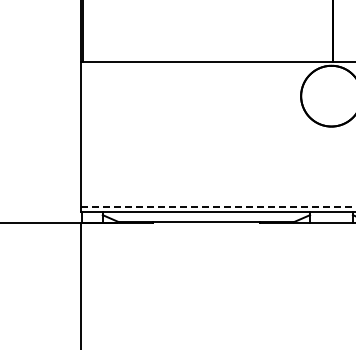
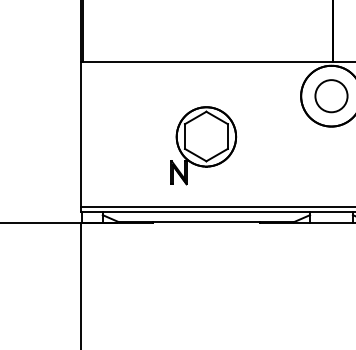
circle at (331, 96): none -> present
part at (203, 145): none -> present
line at (218, 207): dashed -> solid
